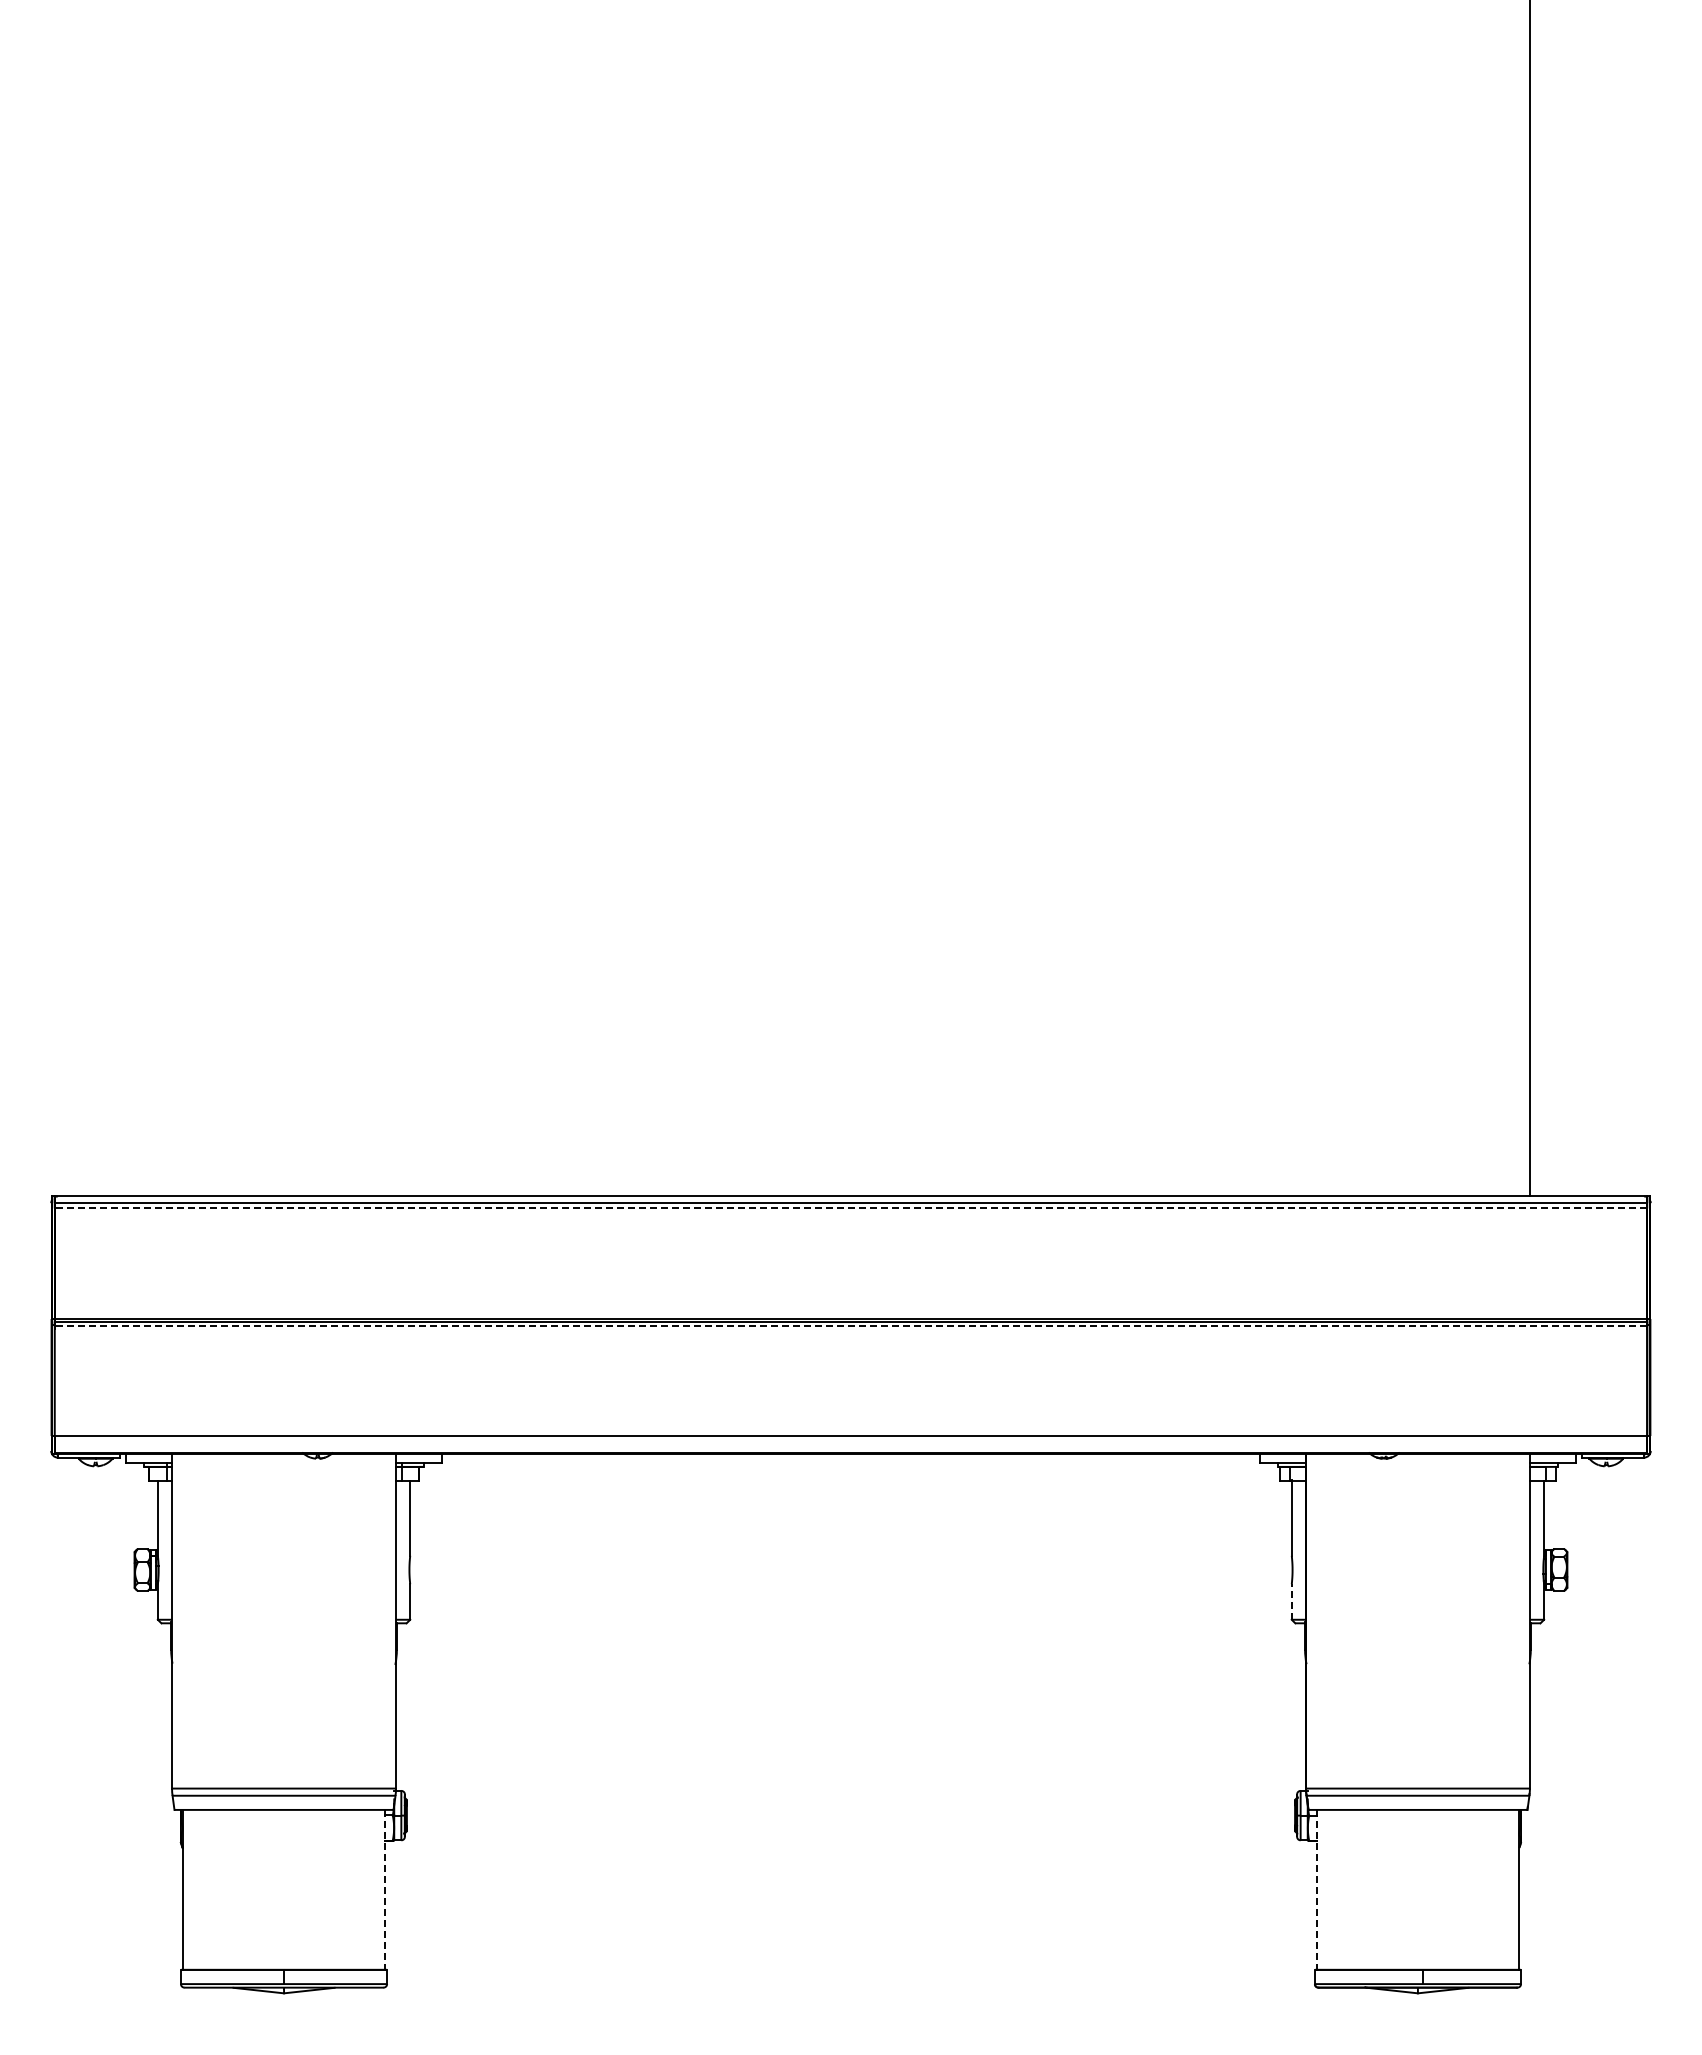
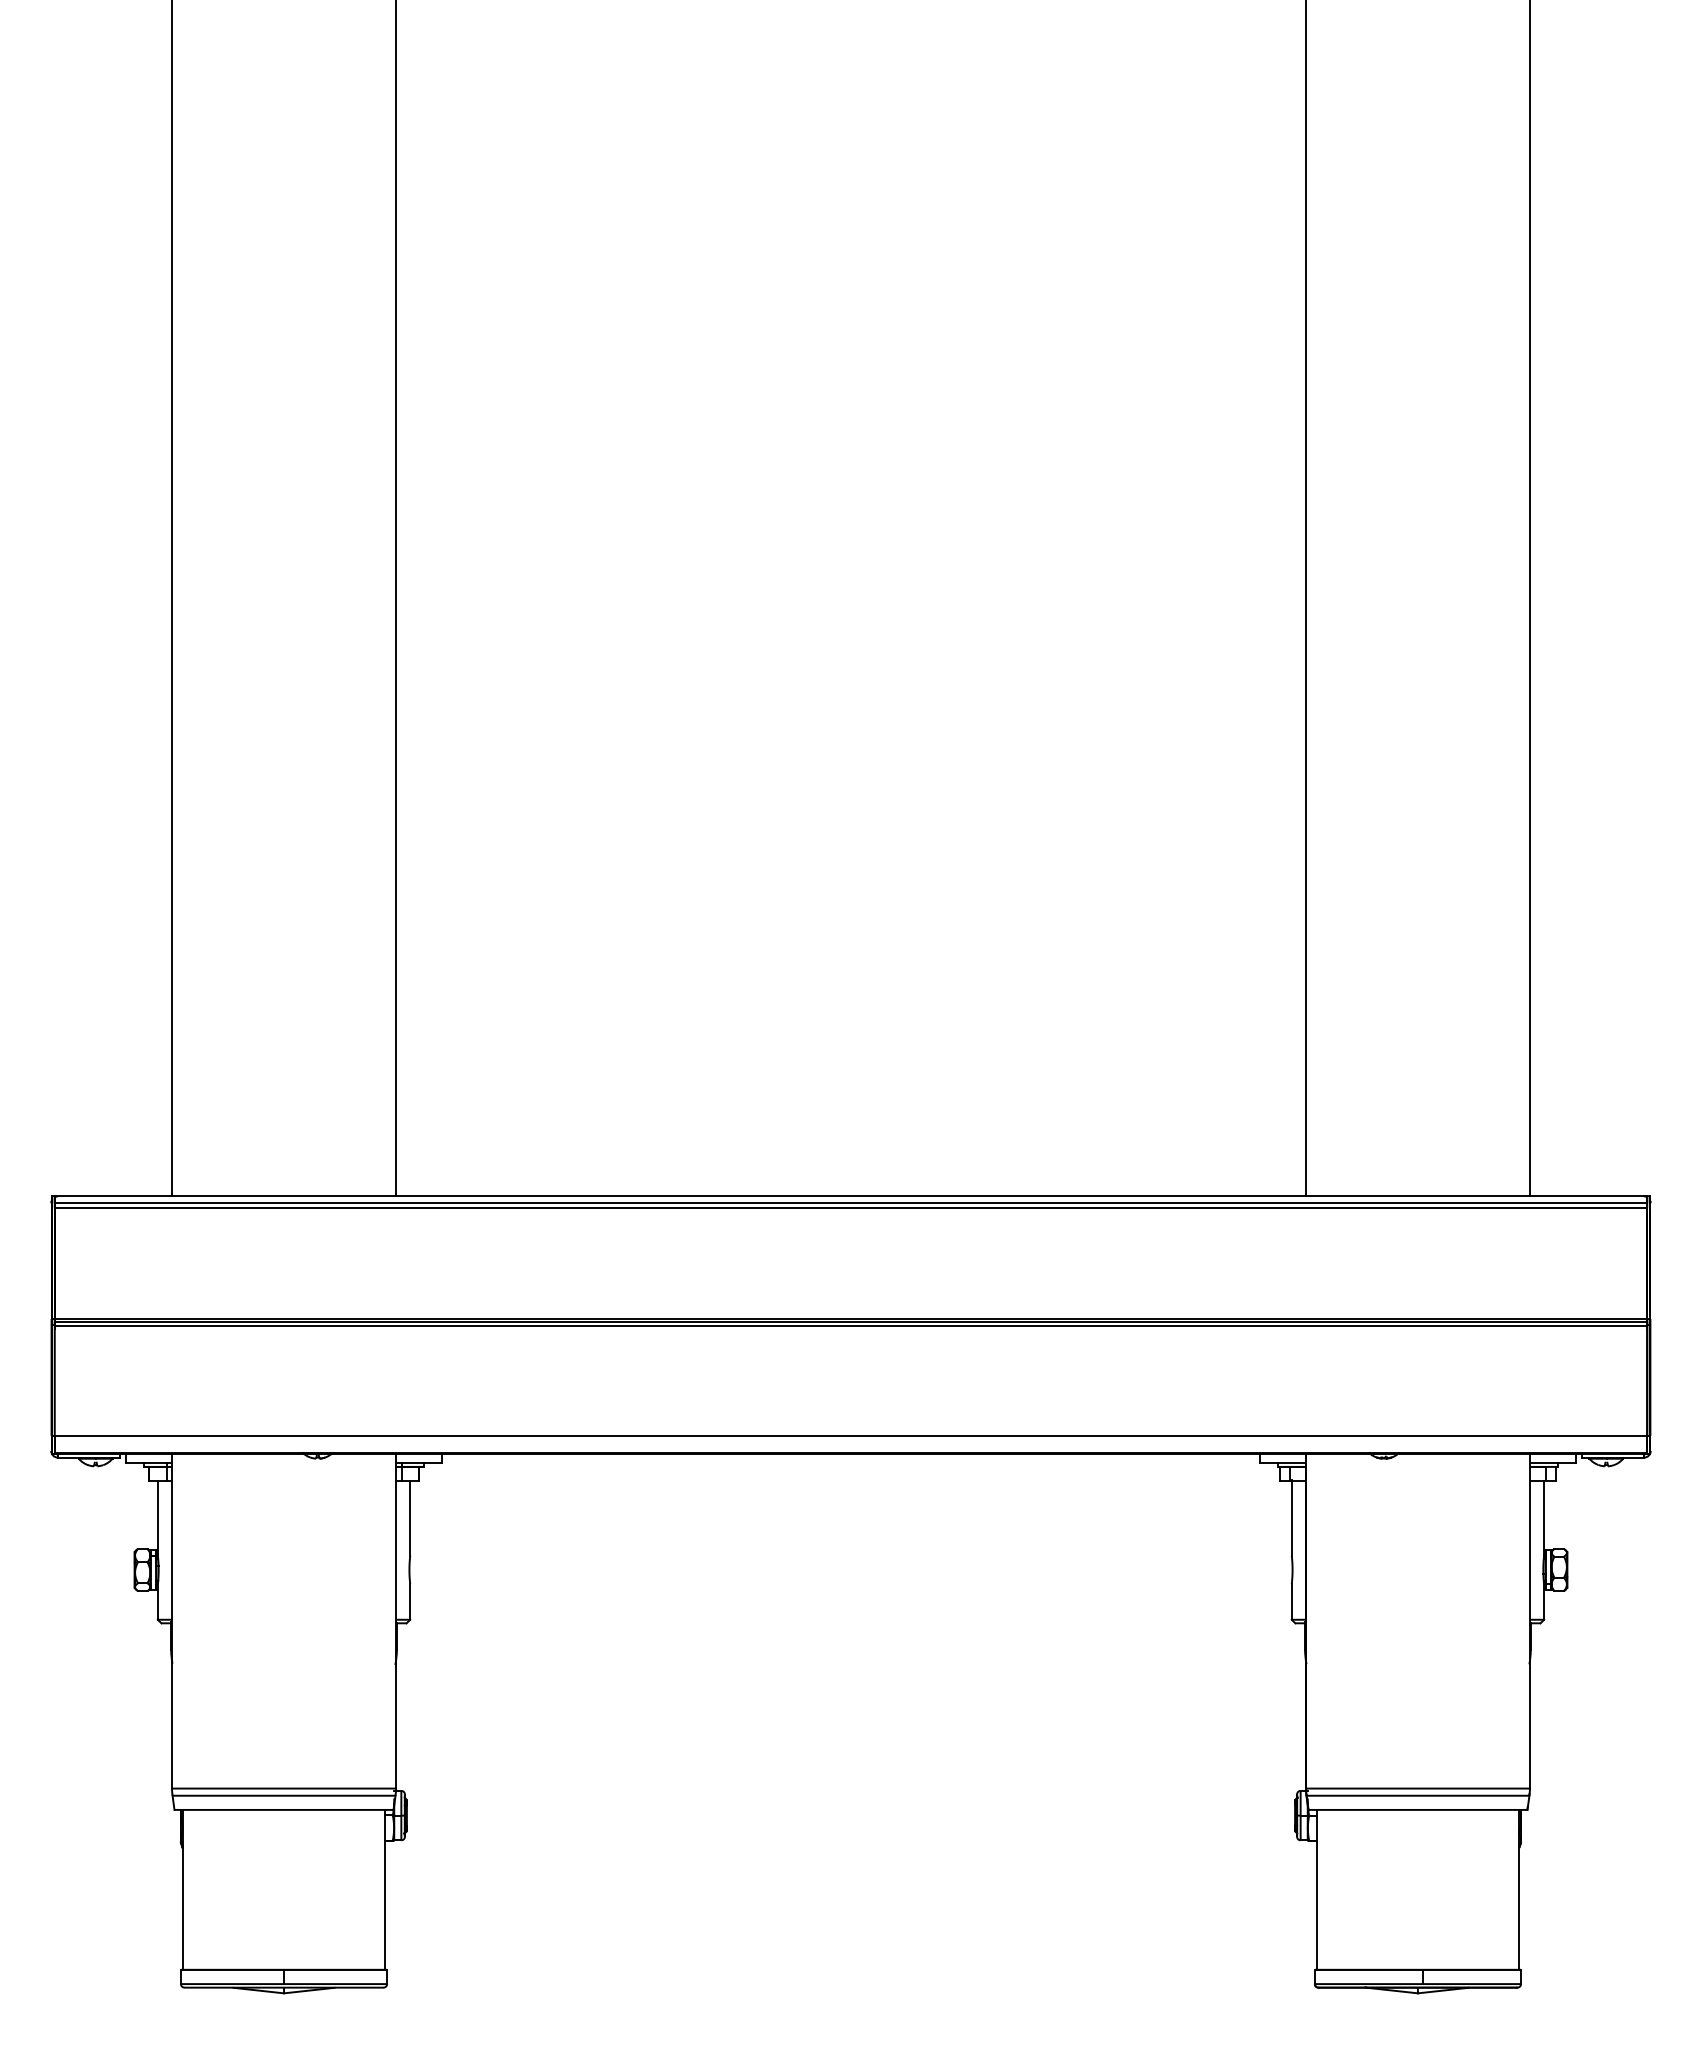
line at (172, 599): none -> present
line at (396, 599): none -> present
line at (1305, 599): none -> present
line at (850, 1208): dashed -> solid
line at (850, 1326): dashed -> solid
line at (1291, 1601): dashed -> solid
line at (385, 1889): dashed -> solid
line at (1316, 1889): dashed -> solid
